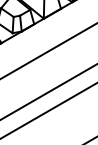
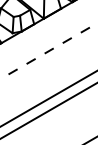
line at (49, 51): solid -> dashed
line at (48, 91) position: (48, 91) -> (48, 98)
